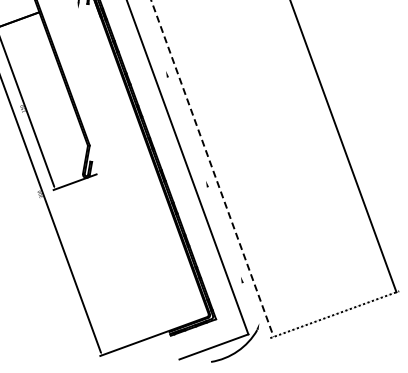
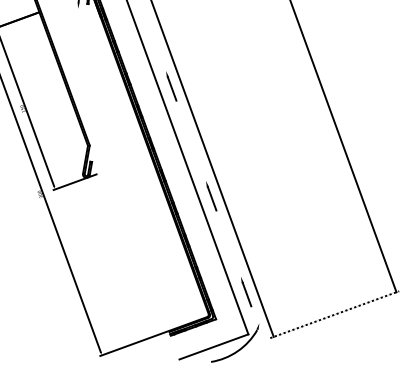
line at (171, 88): none -> present
line at (212, 168): dashed -> solid
line at (211, 198): none -> present
line at (246, 294): none -> present
